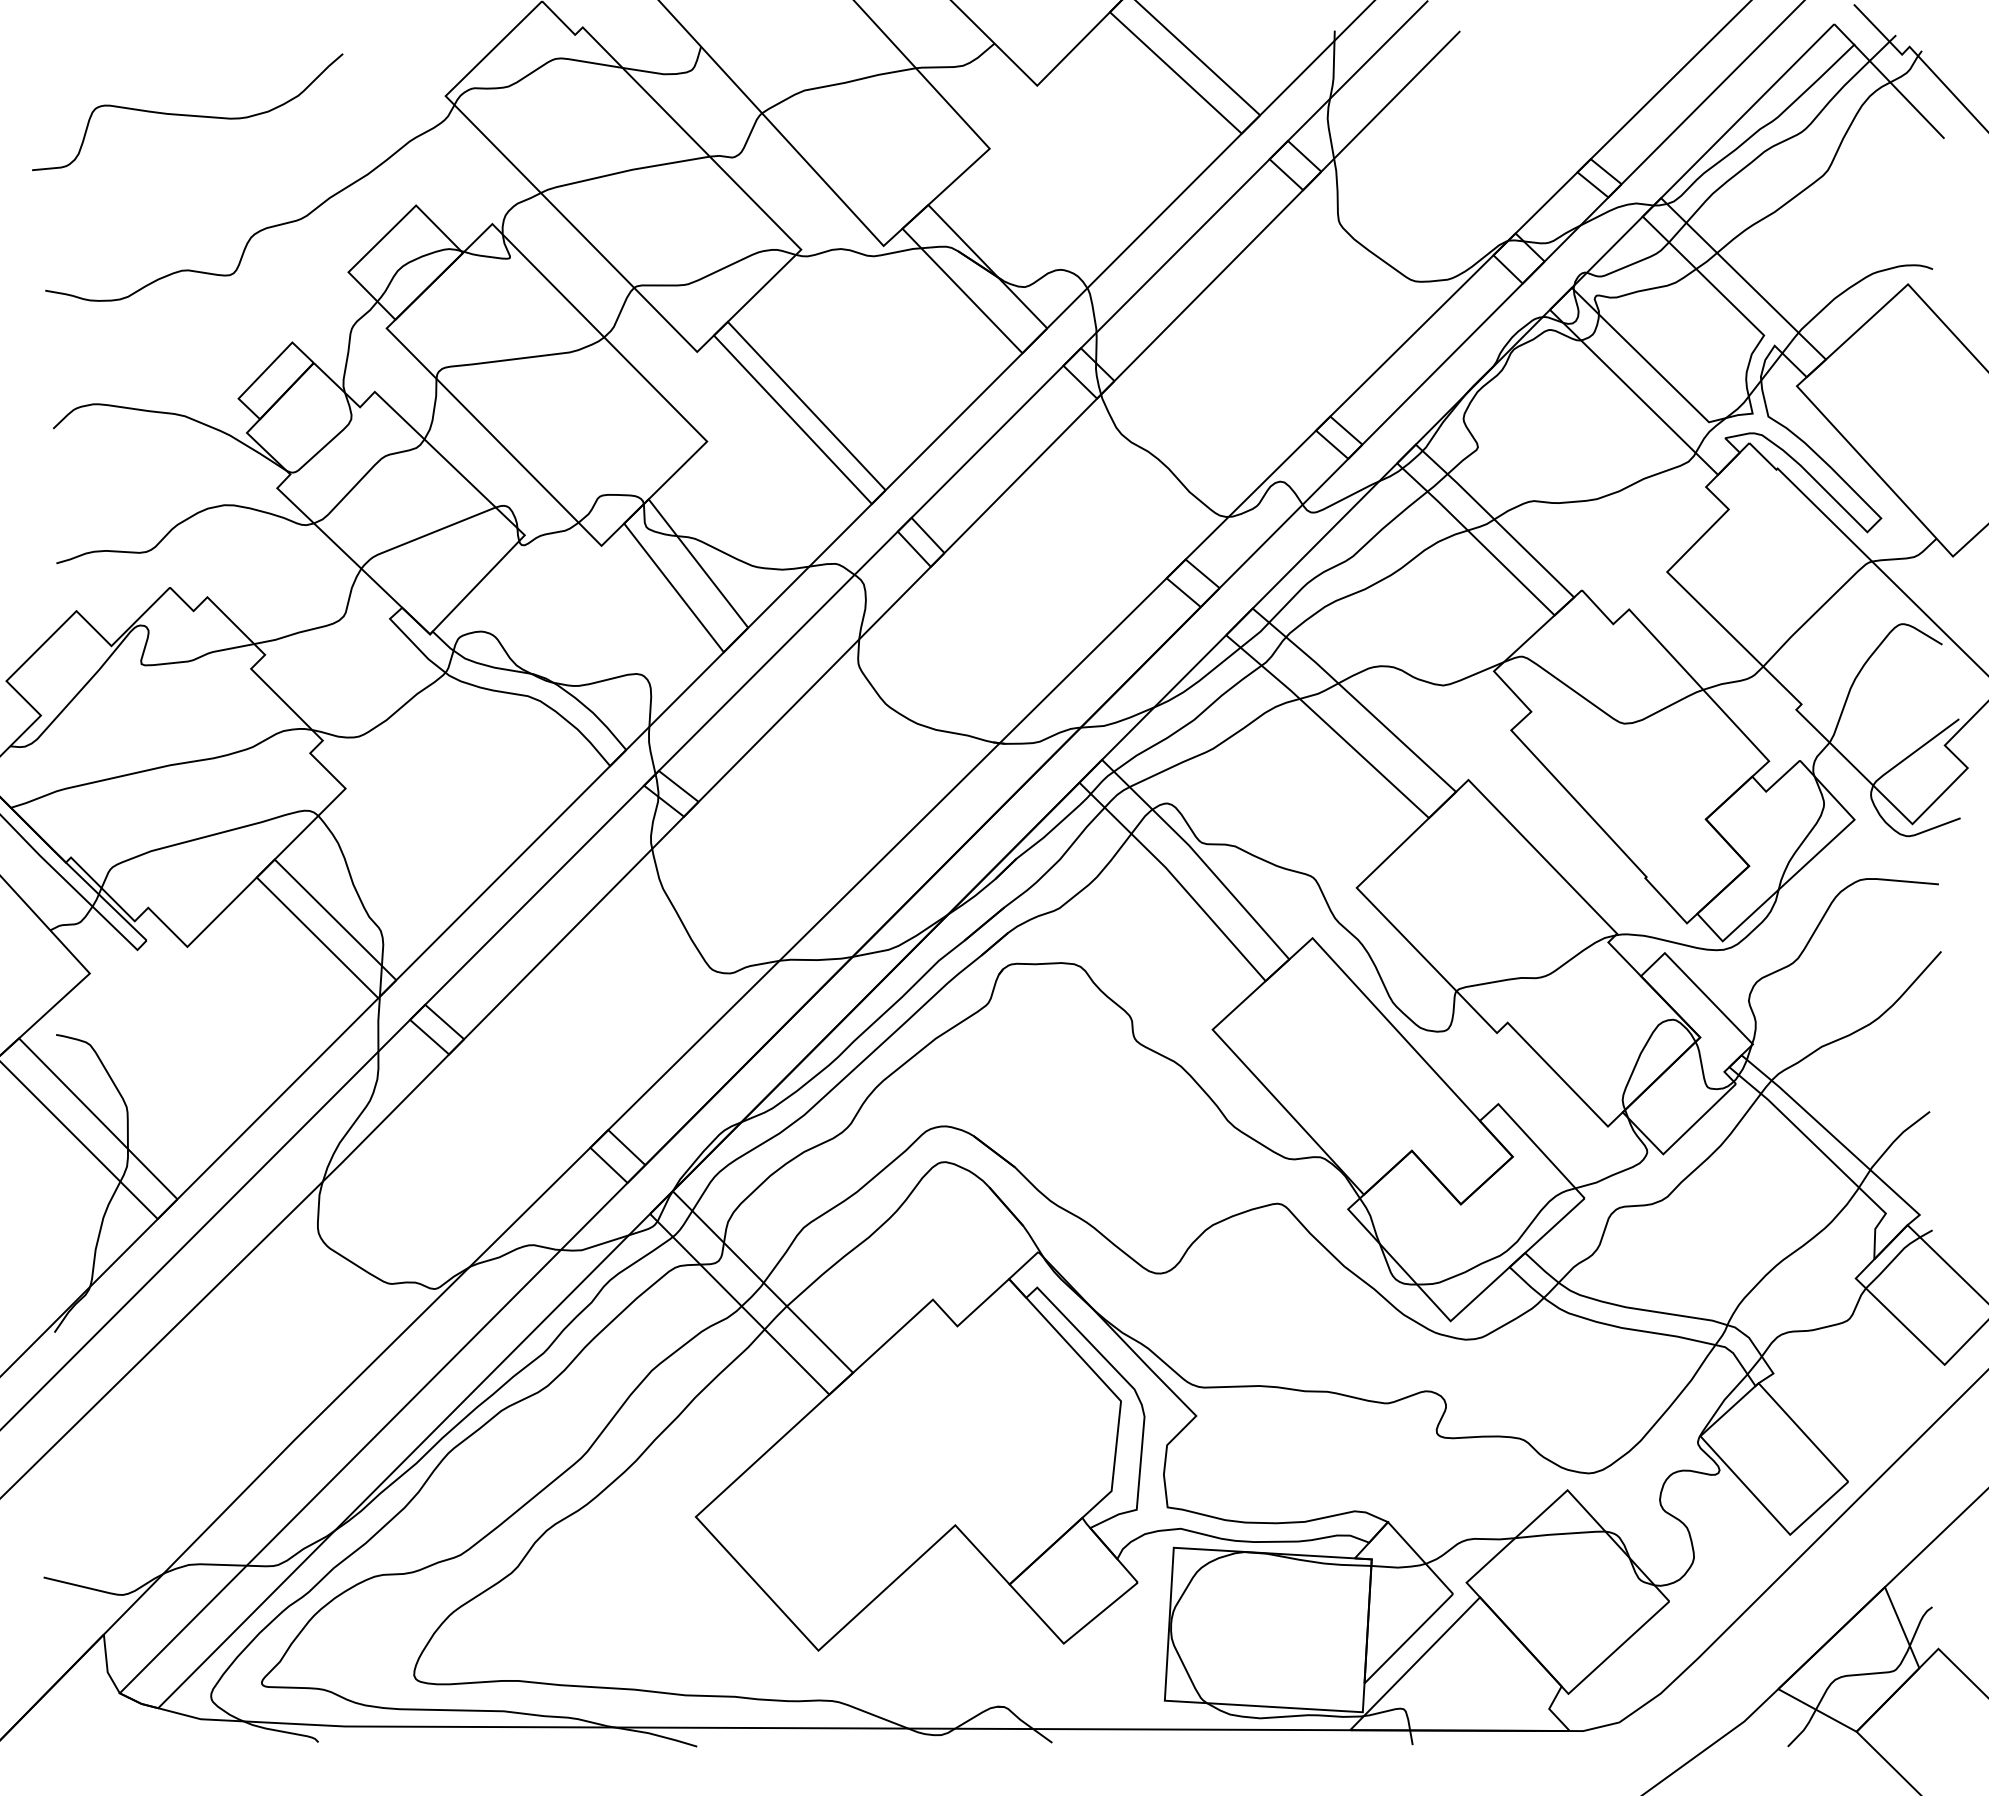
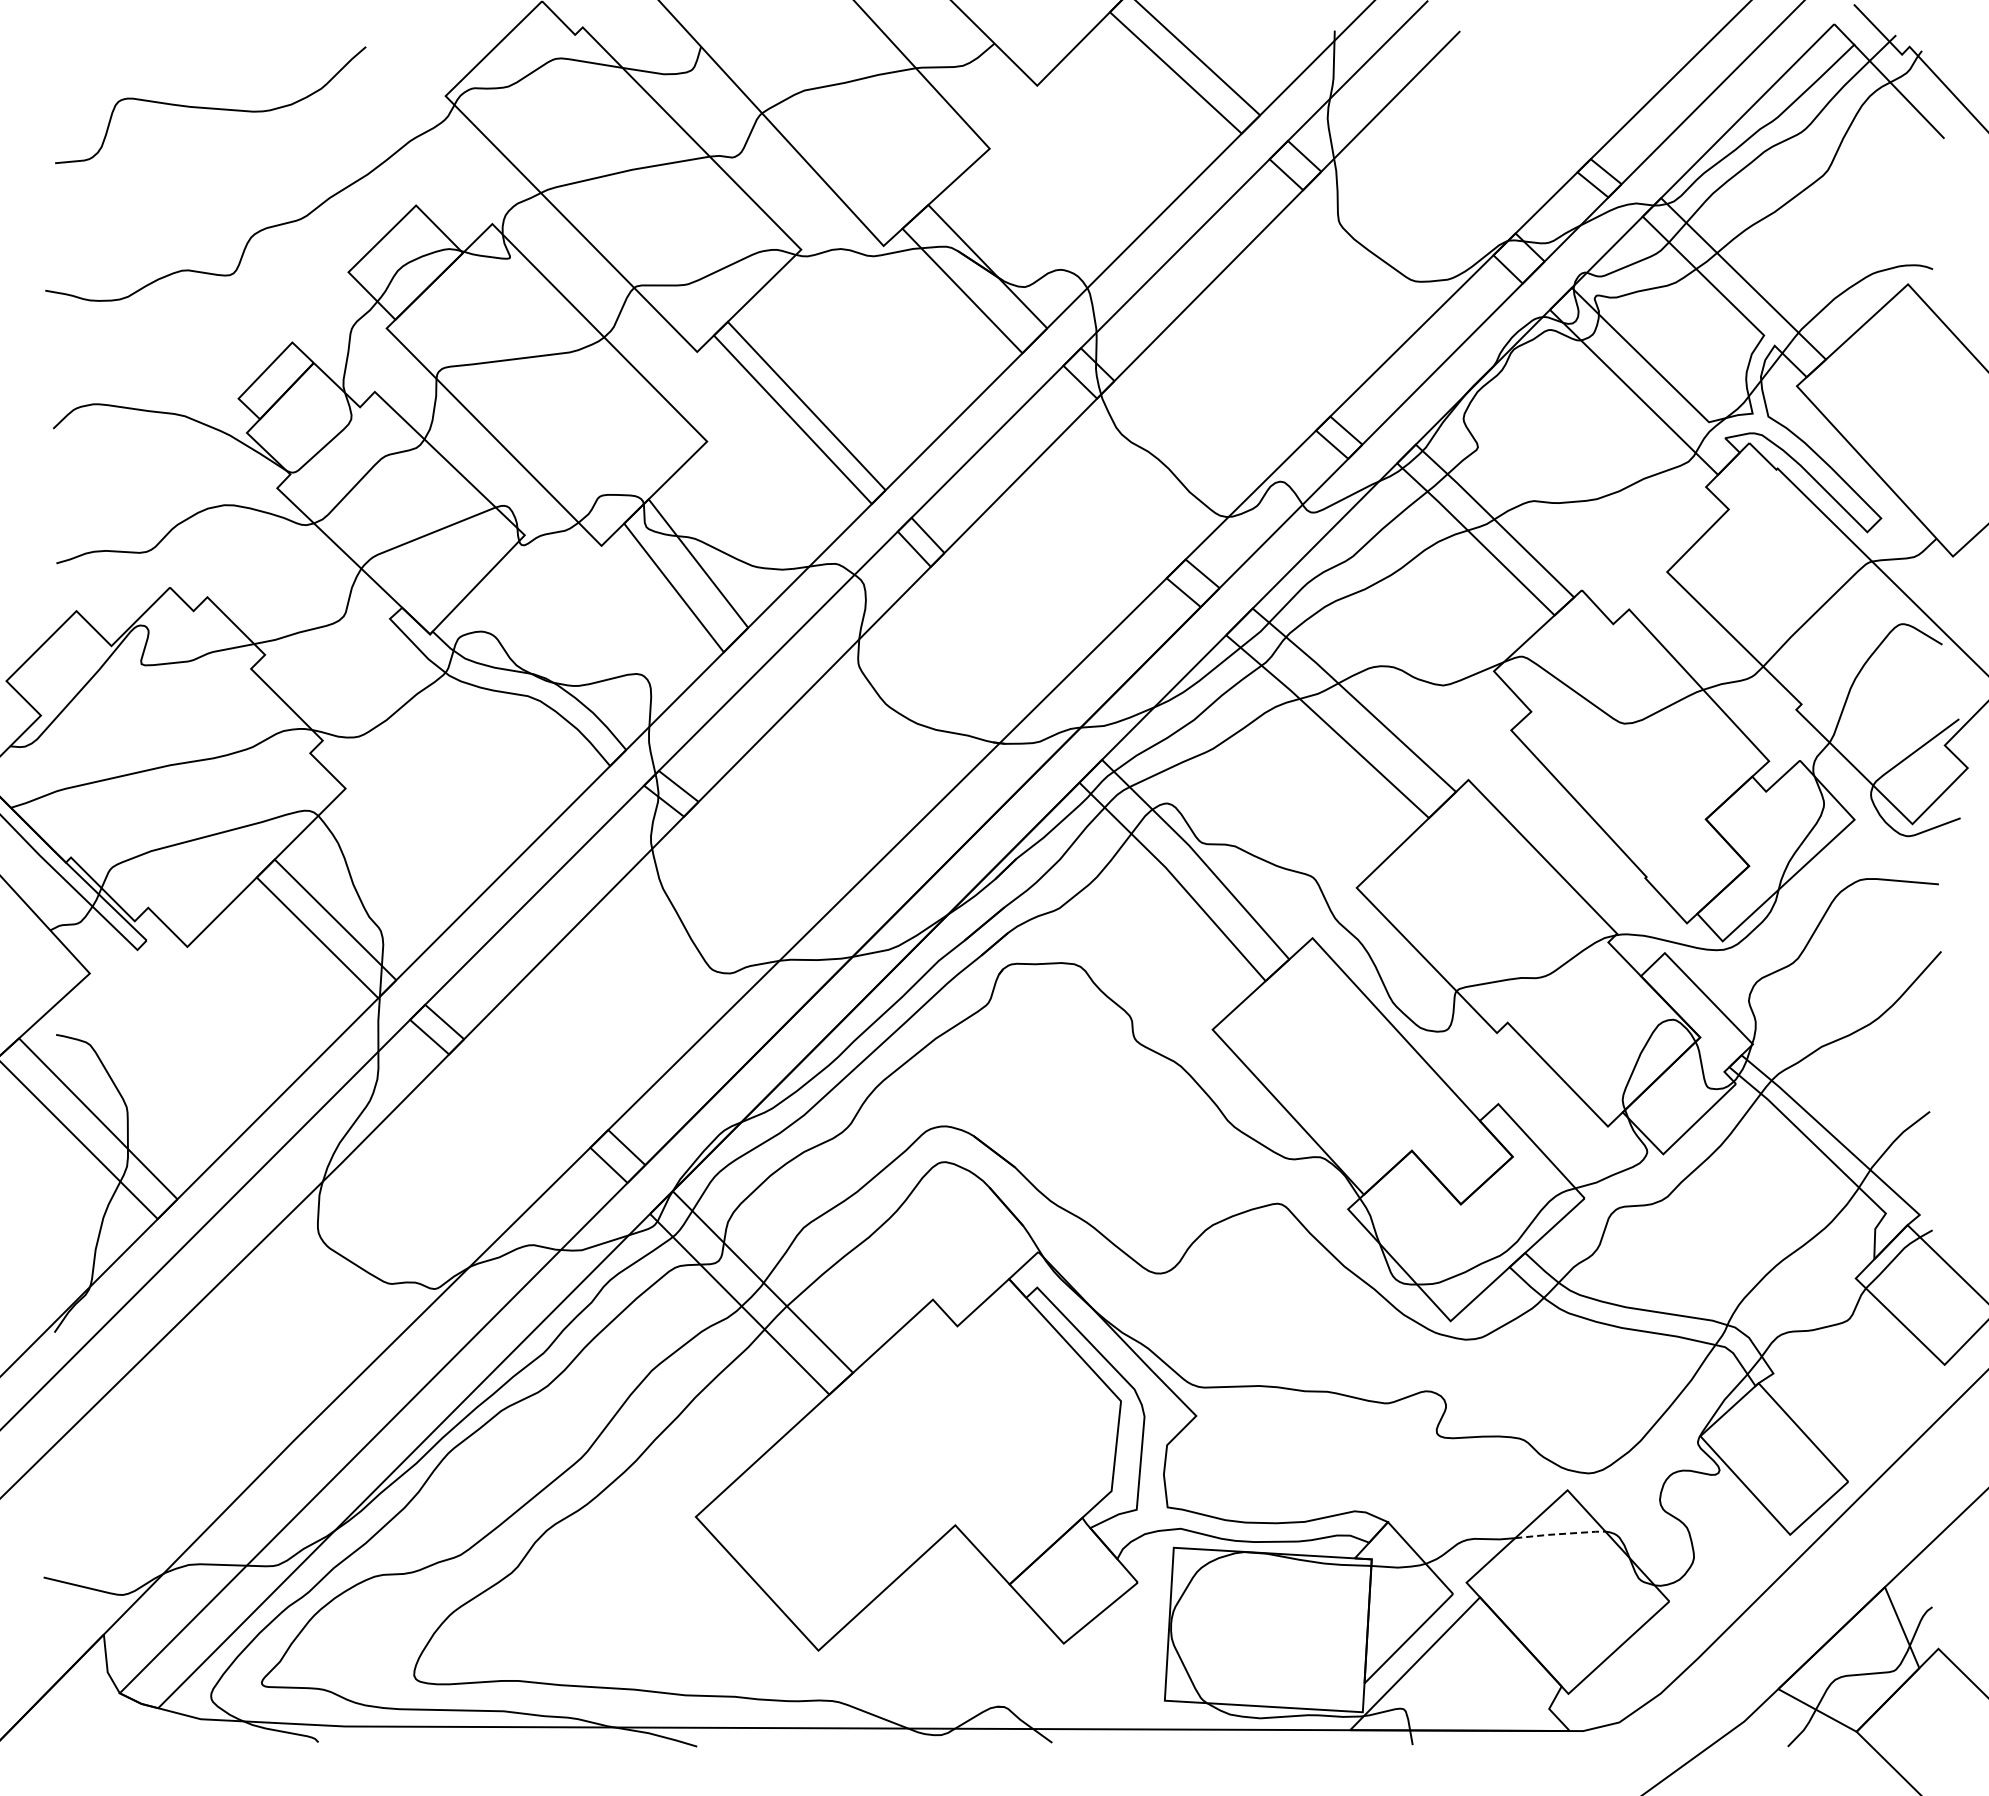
curve at (187, 114) position: (187, 114) -> (210, 107)
line at (1561, 1534): solid -> dashed
